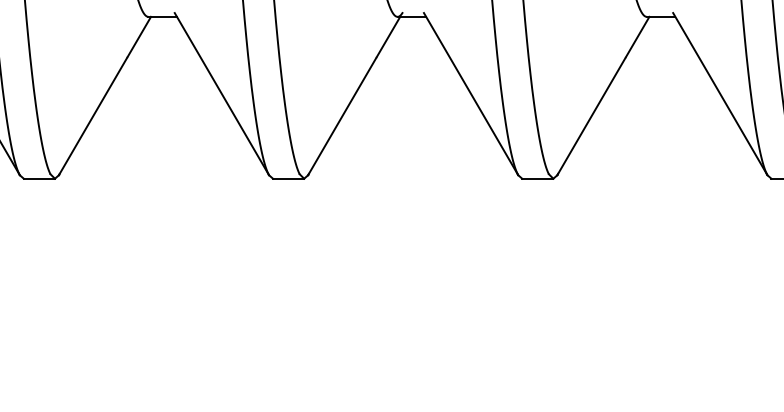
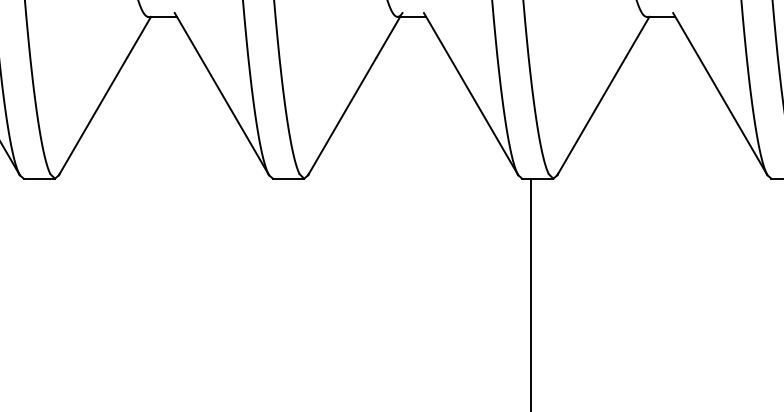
line at (531, 293): none -> present
